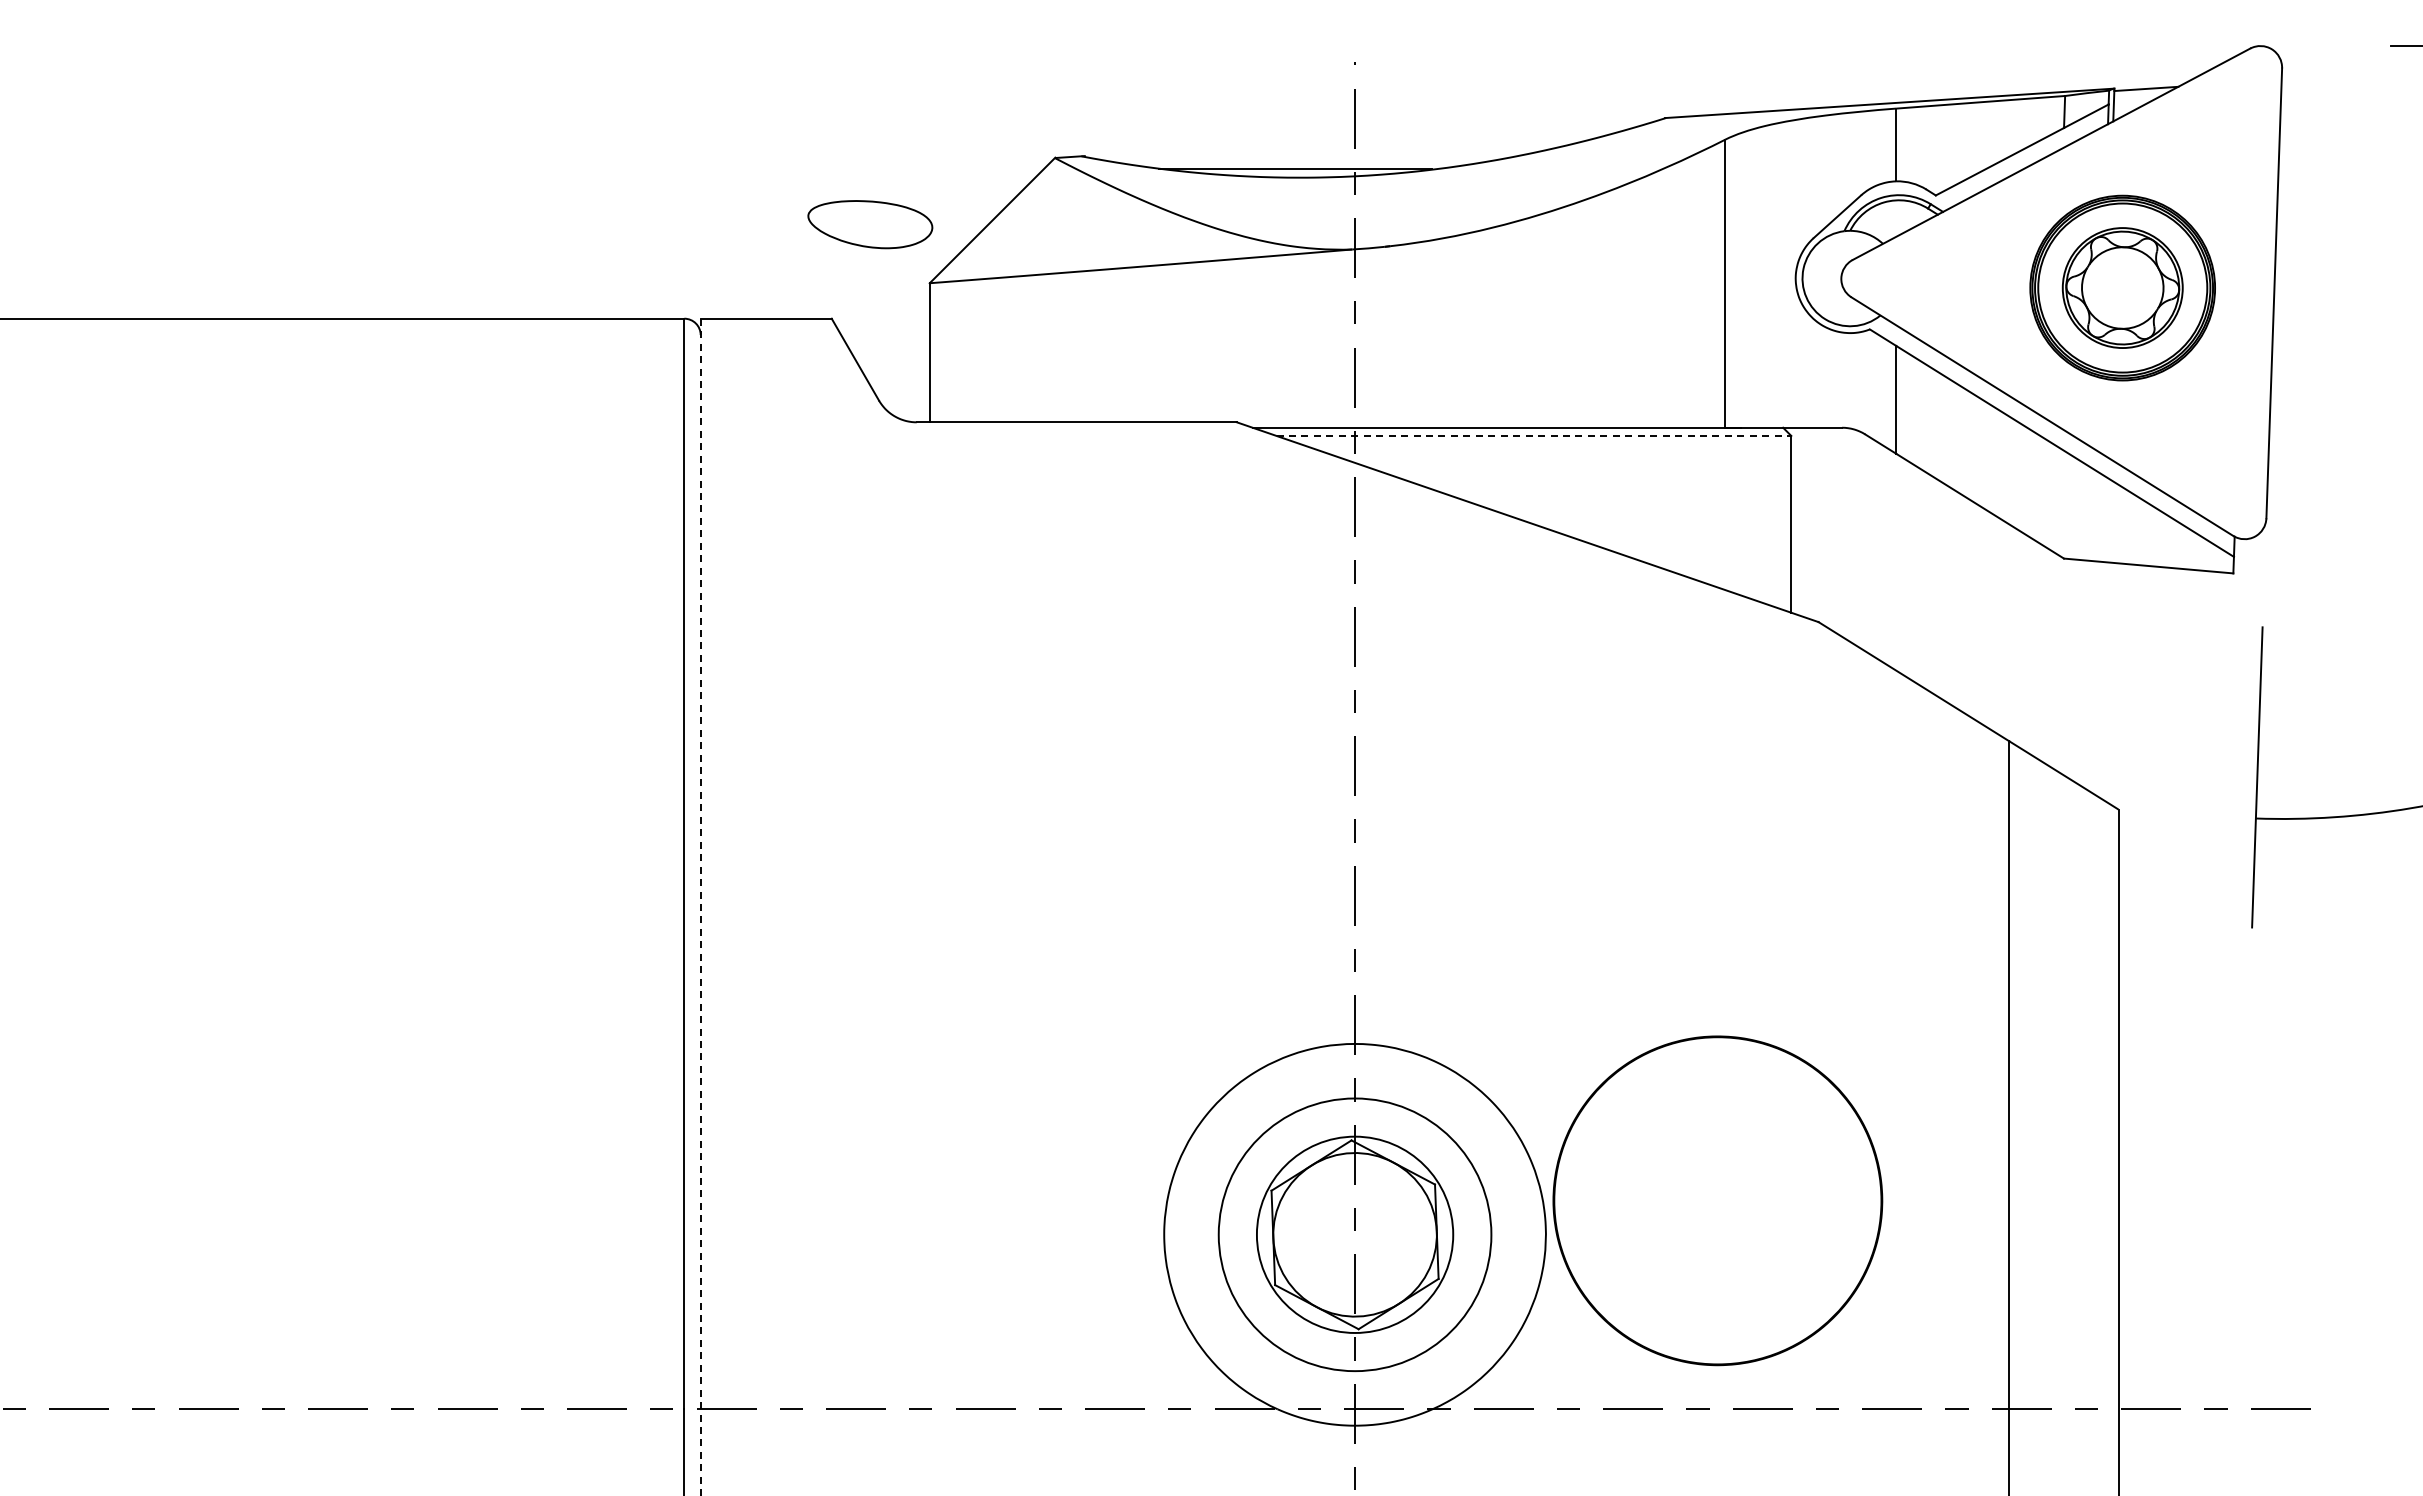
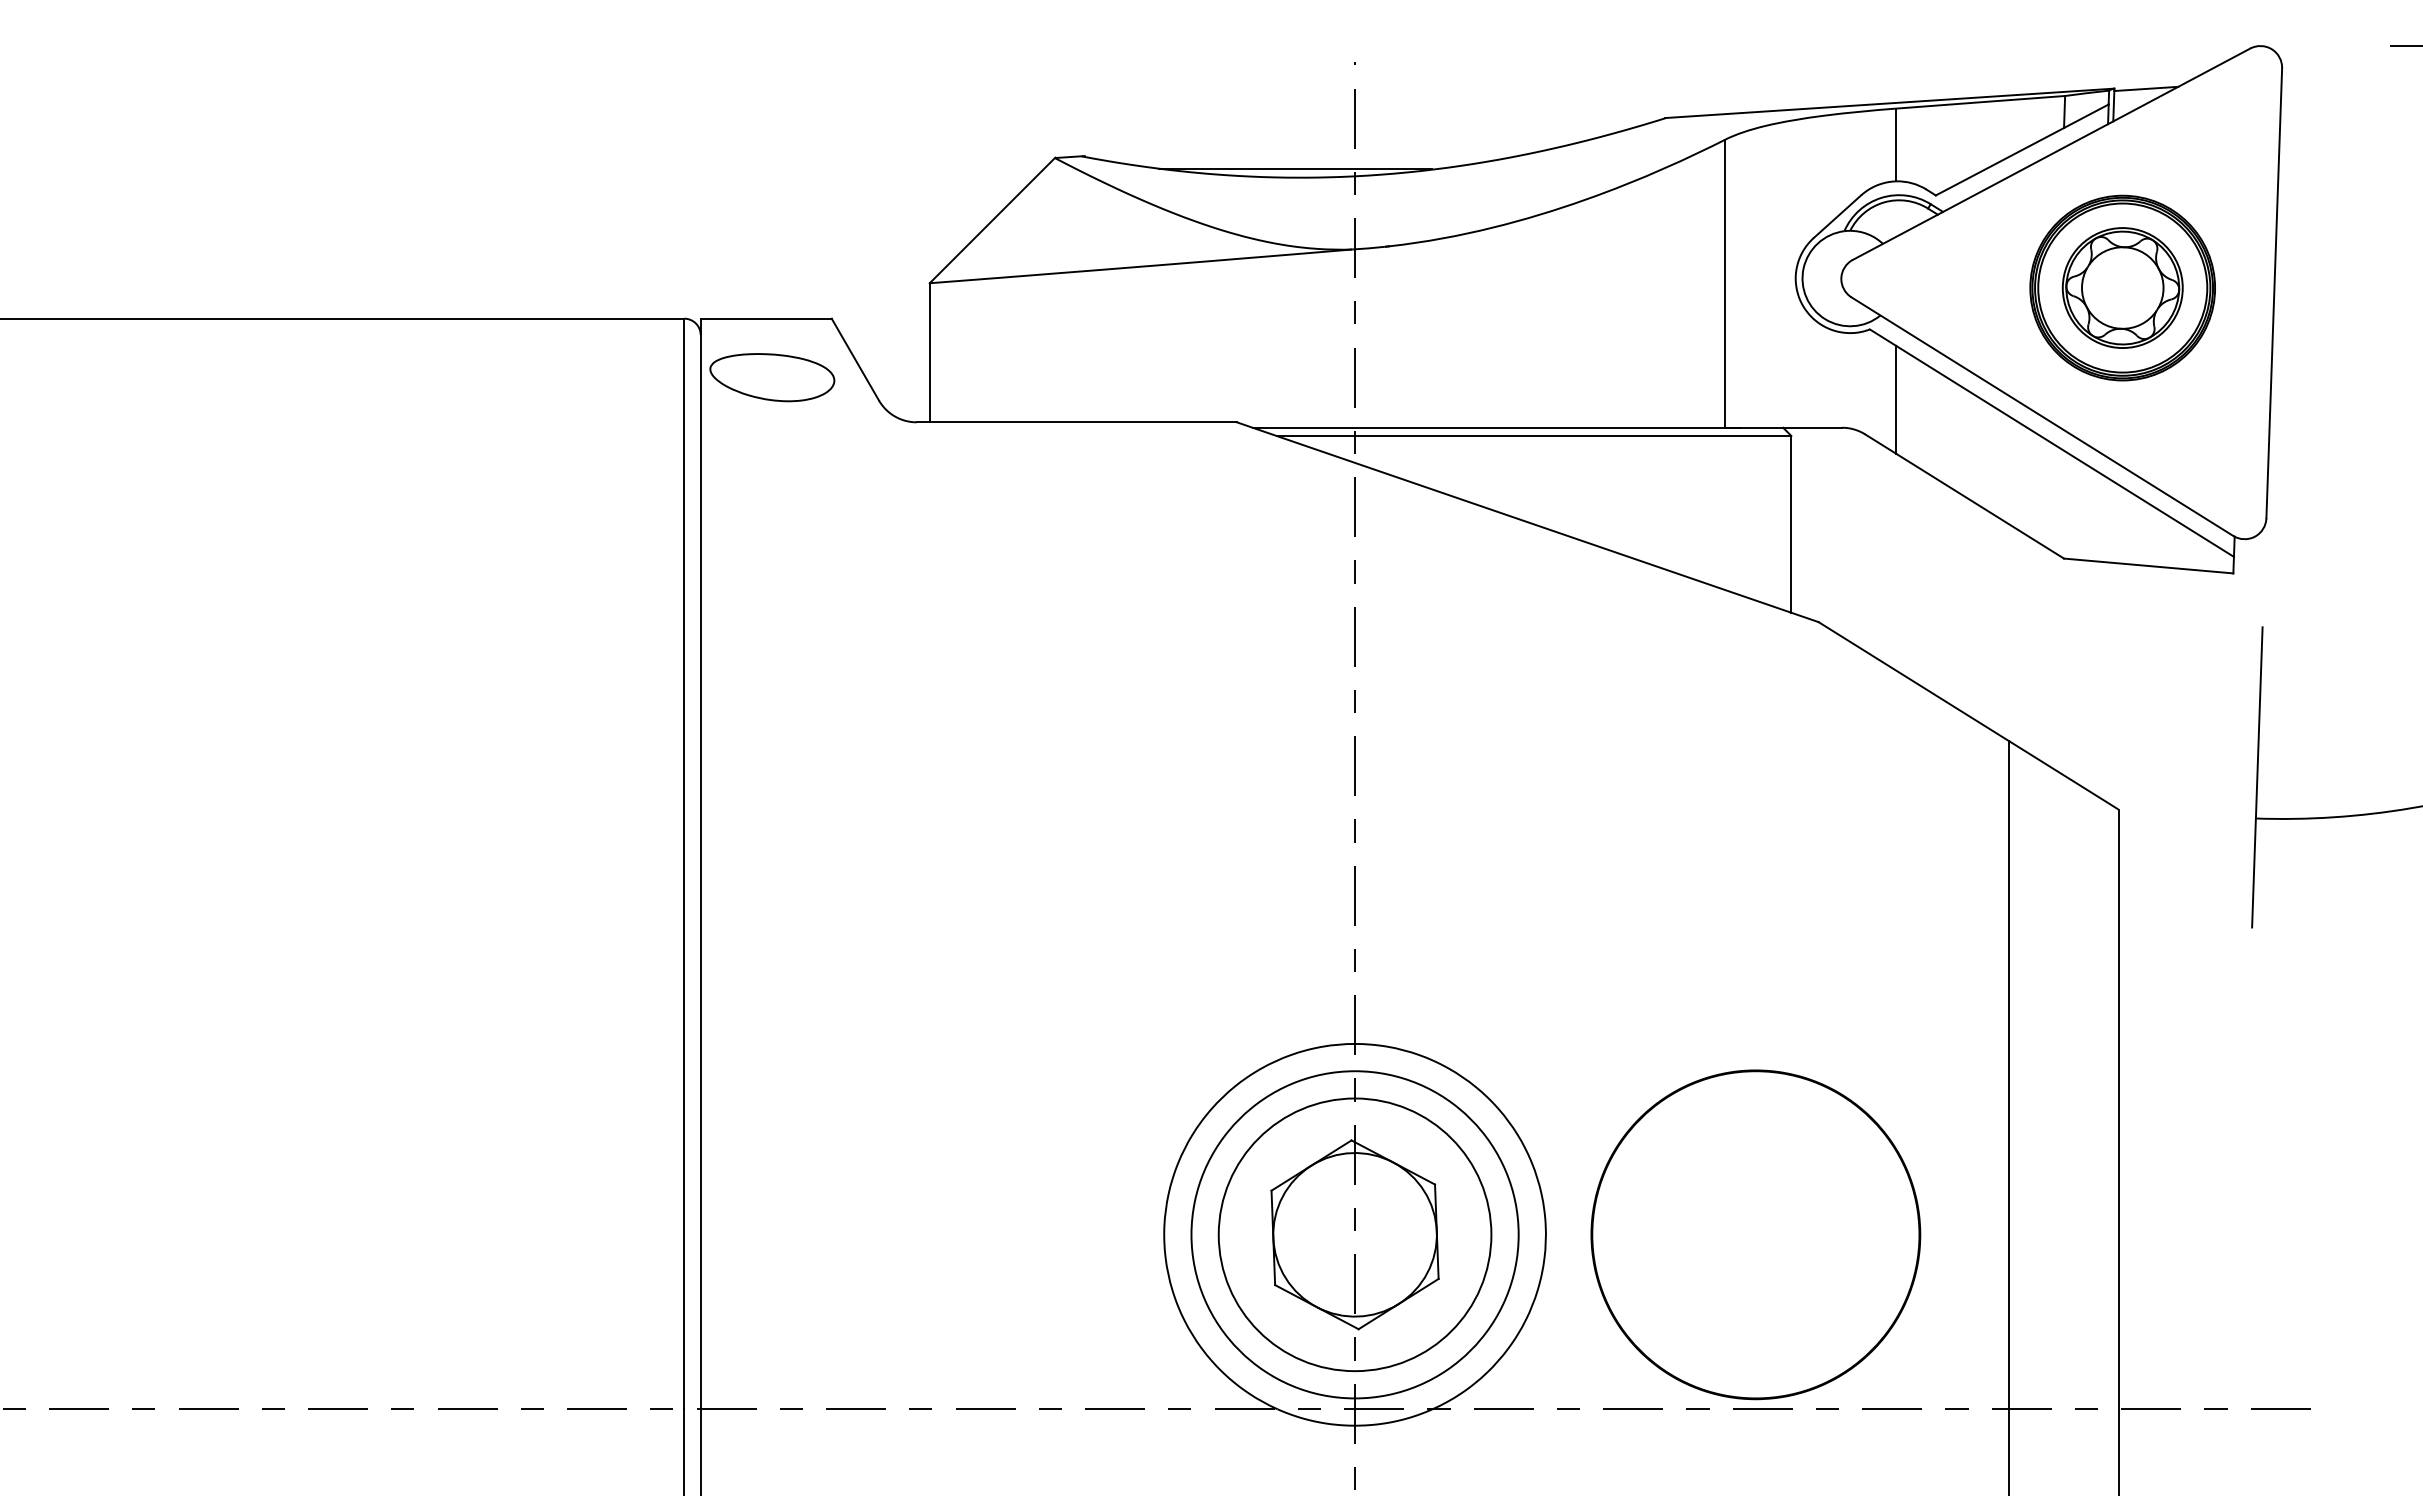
part at (870, 224) position: (870, 224) -> (772, 377)
line at (1534, 435): dashed -> solid
line at (700, 907): dashed -> solid
part at (1717, 1200) position: (1717, 1200) -> (1755, 1234)
circle at (1354, 1234) diameter: 196 px -> 327 px
